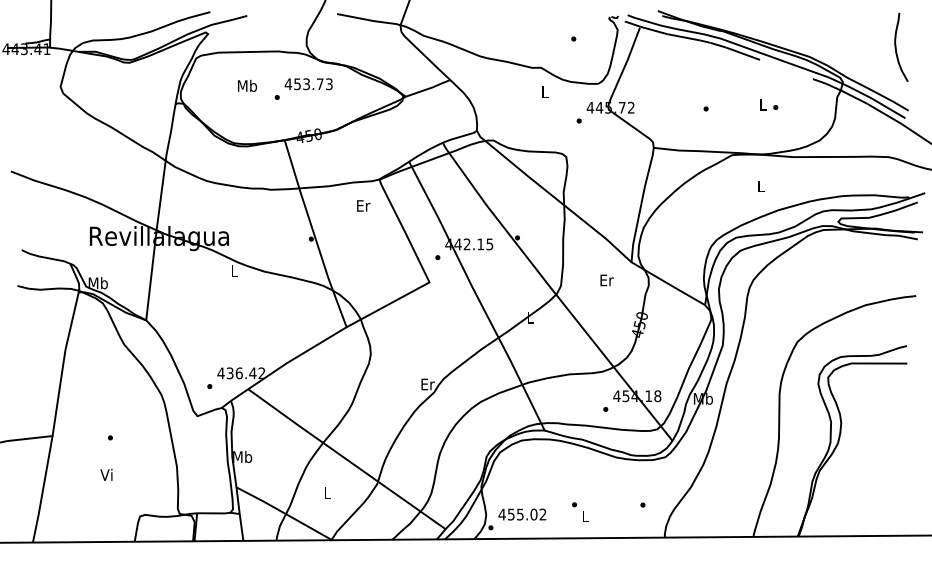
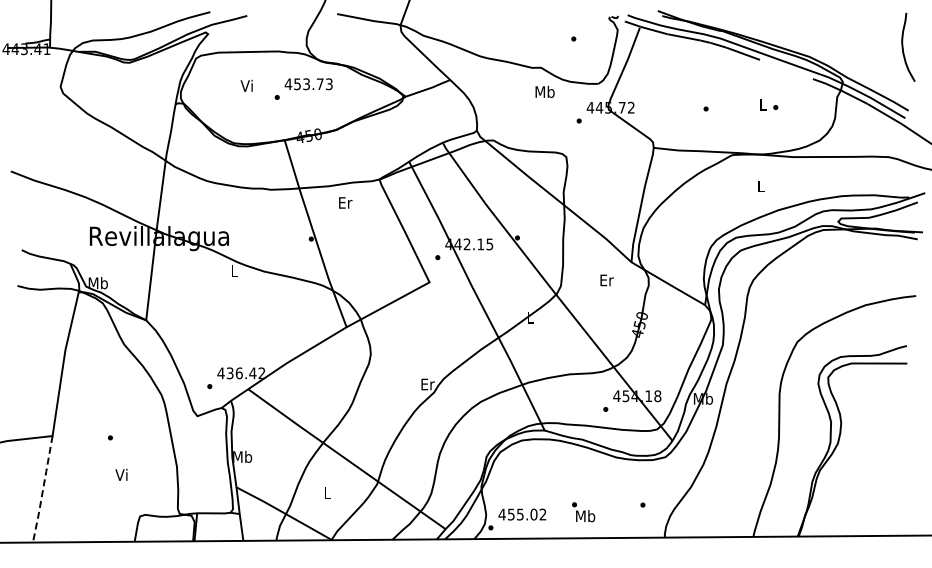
curve at (896, 46) position: (896, 46) -> (903, 46)
text at (247, 85): Mb -> Vi
text at (544, 91): L -> Mb
text at (363, 205) position: (363, 205) -> (345, 202)
text at (106, 474) position: (106, 474) -> (121, 474)
line at (43, 489): solid -> dashed
text at (585, 516): L -> Mb
